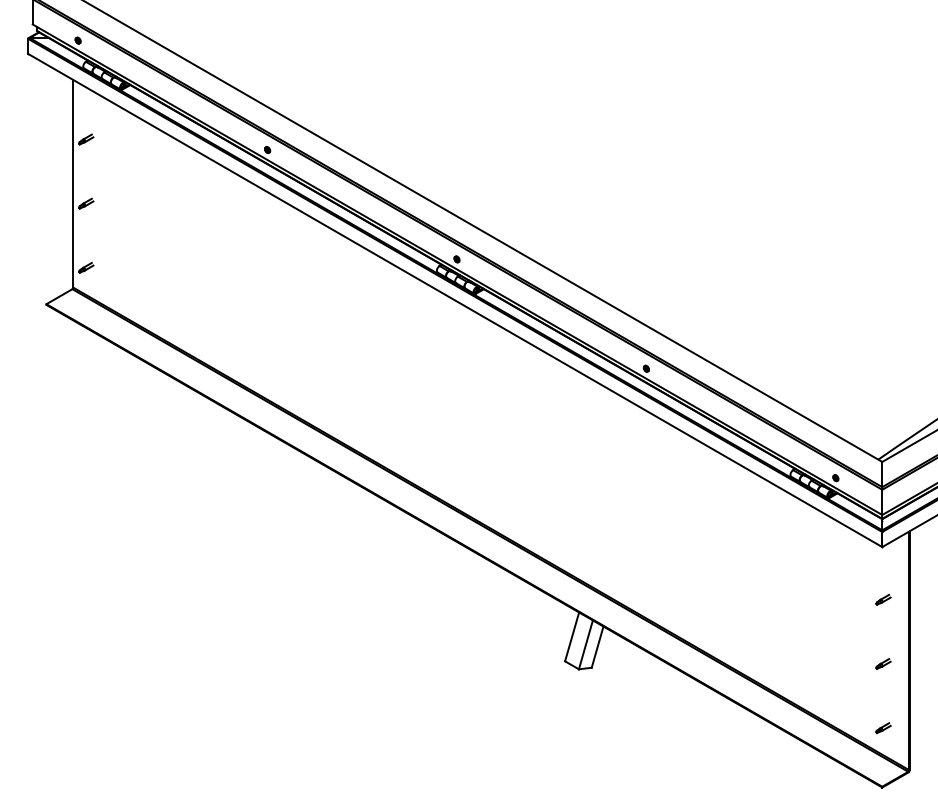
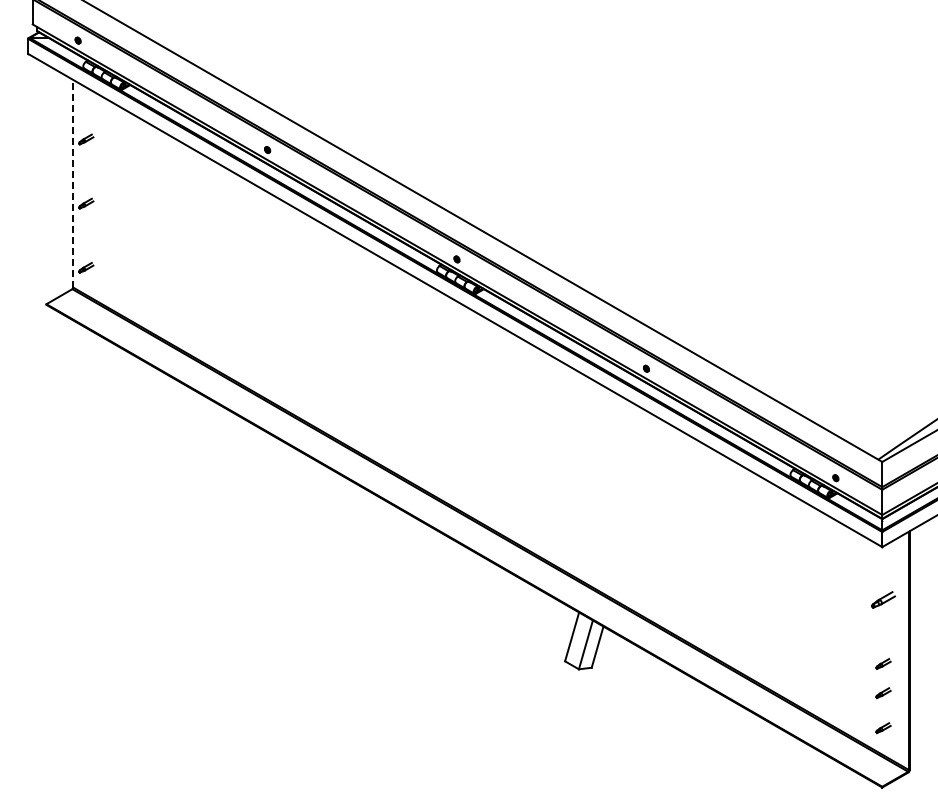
line at (73, 183): solid -> dashed
part at (883, 599) size: 17x13 px -> 26x18 px
part at (883, 693): none -> present
